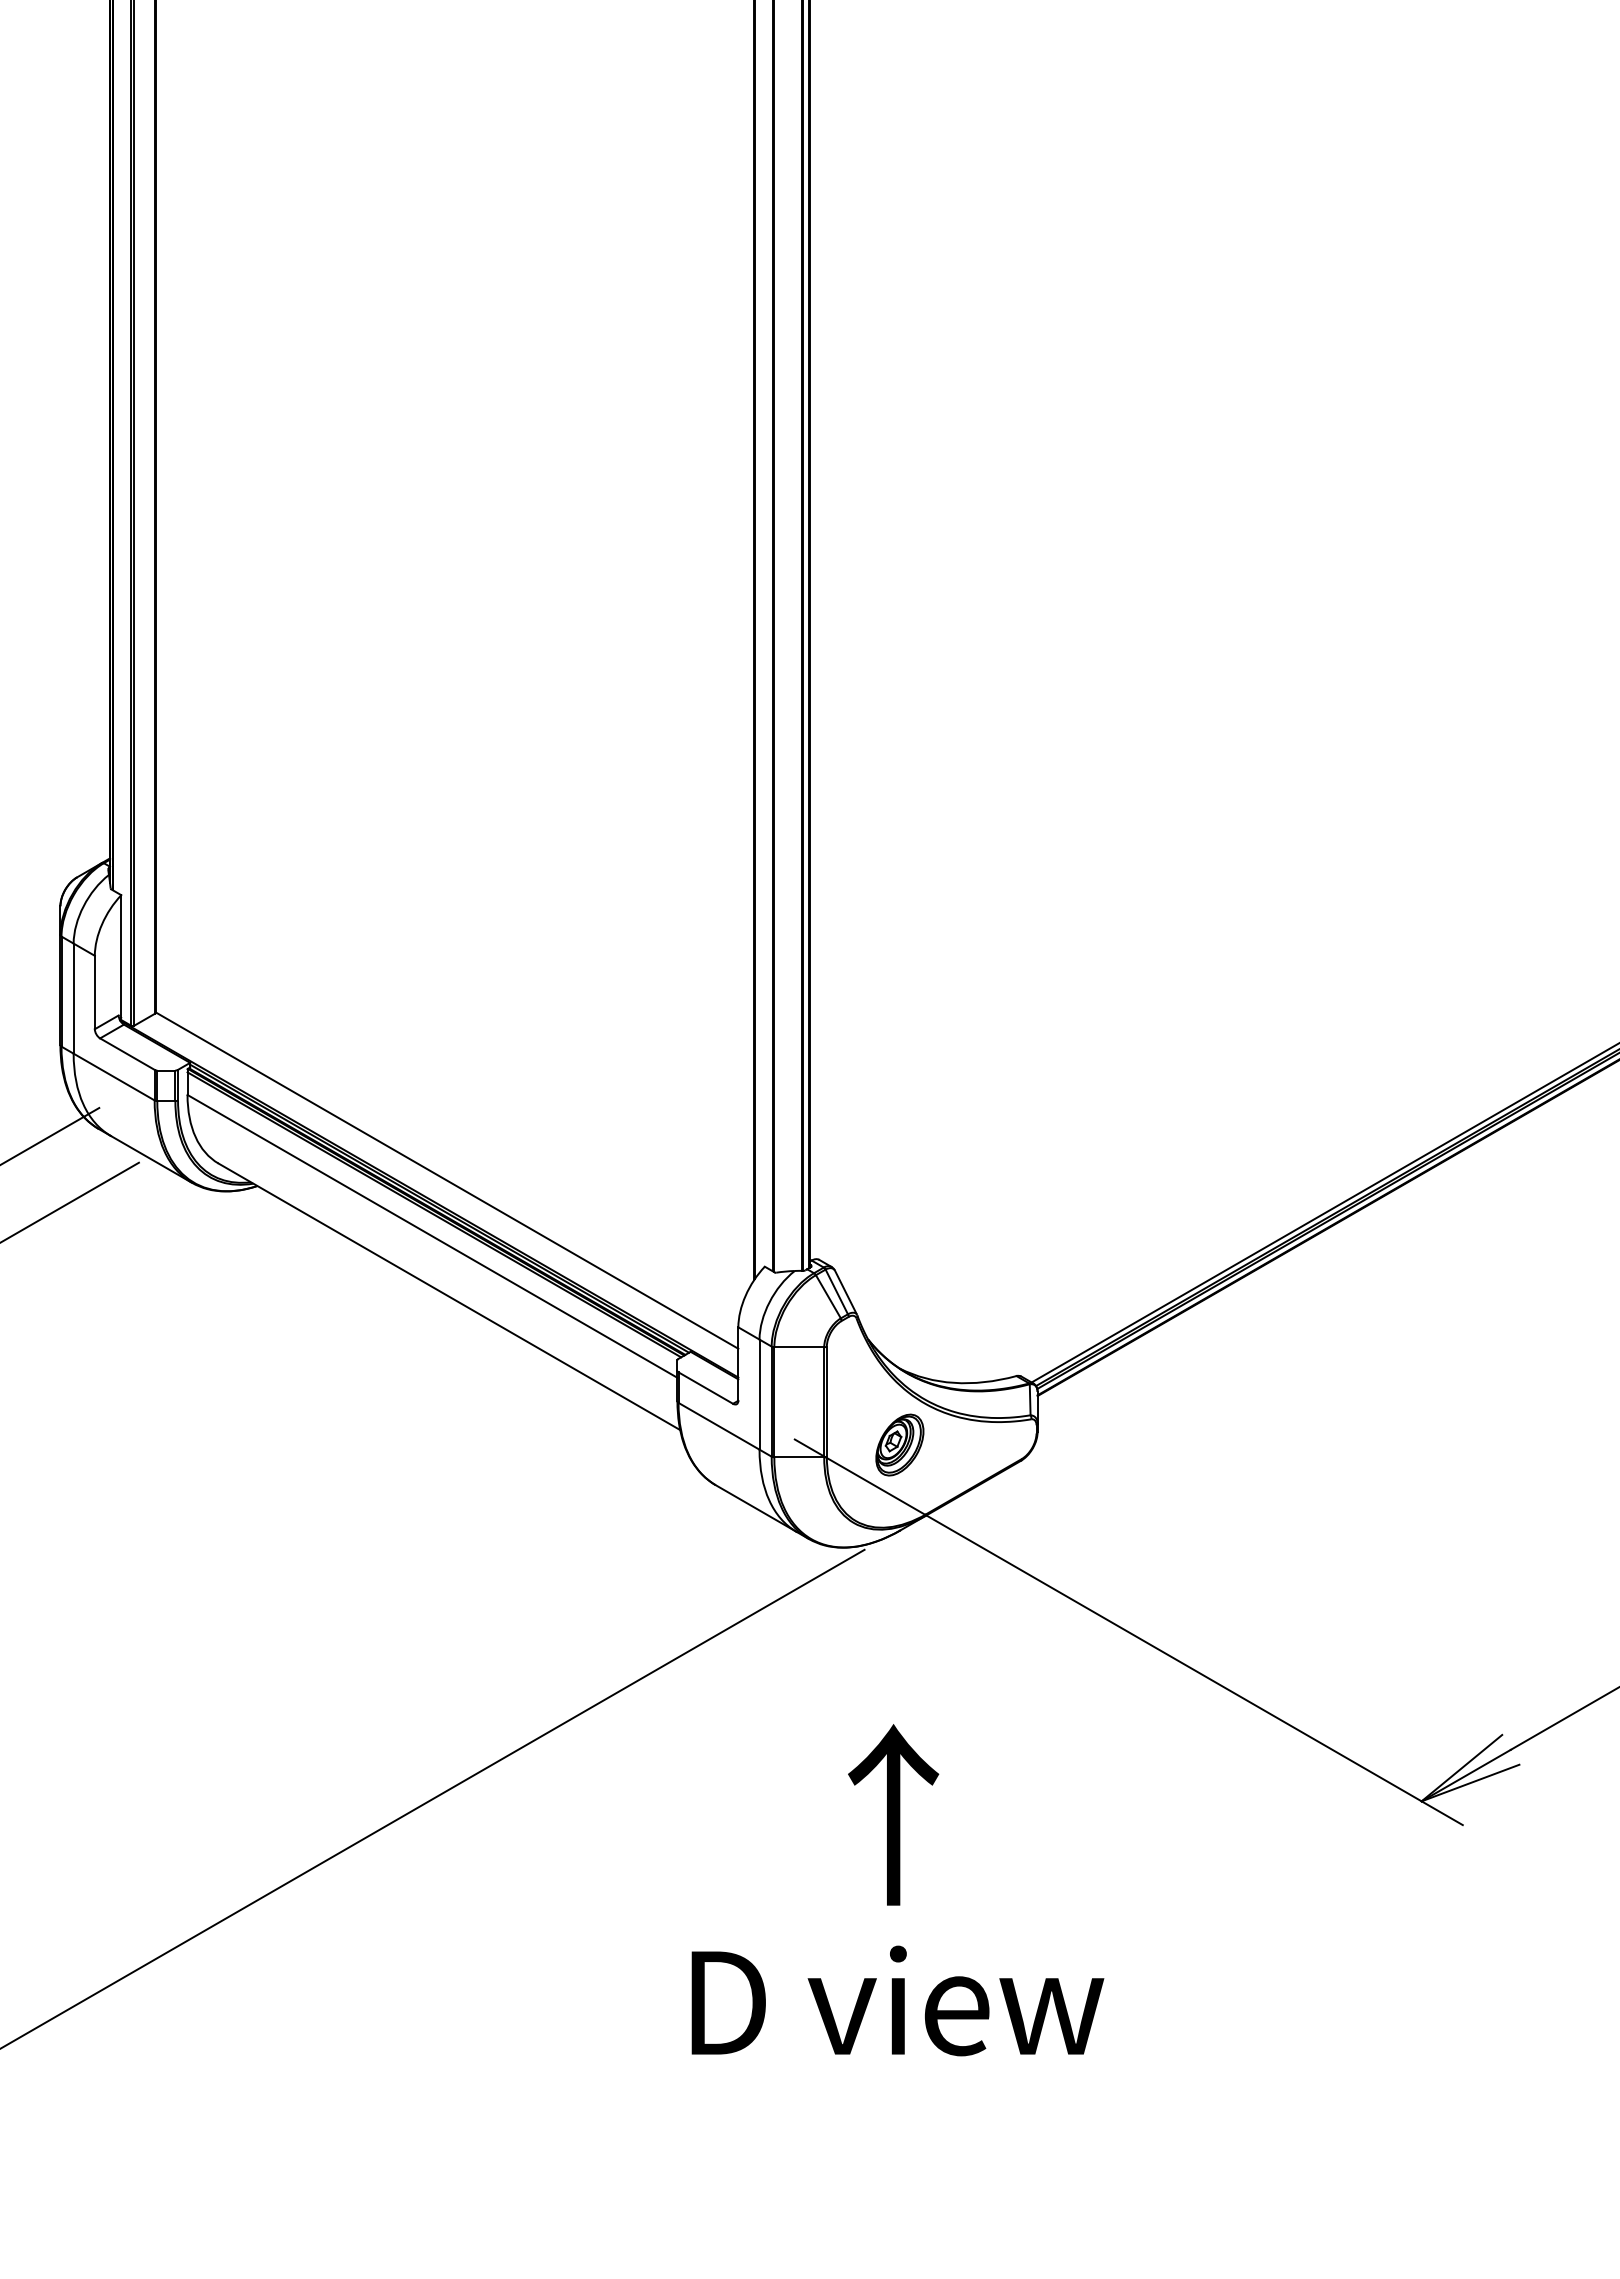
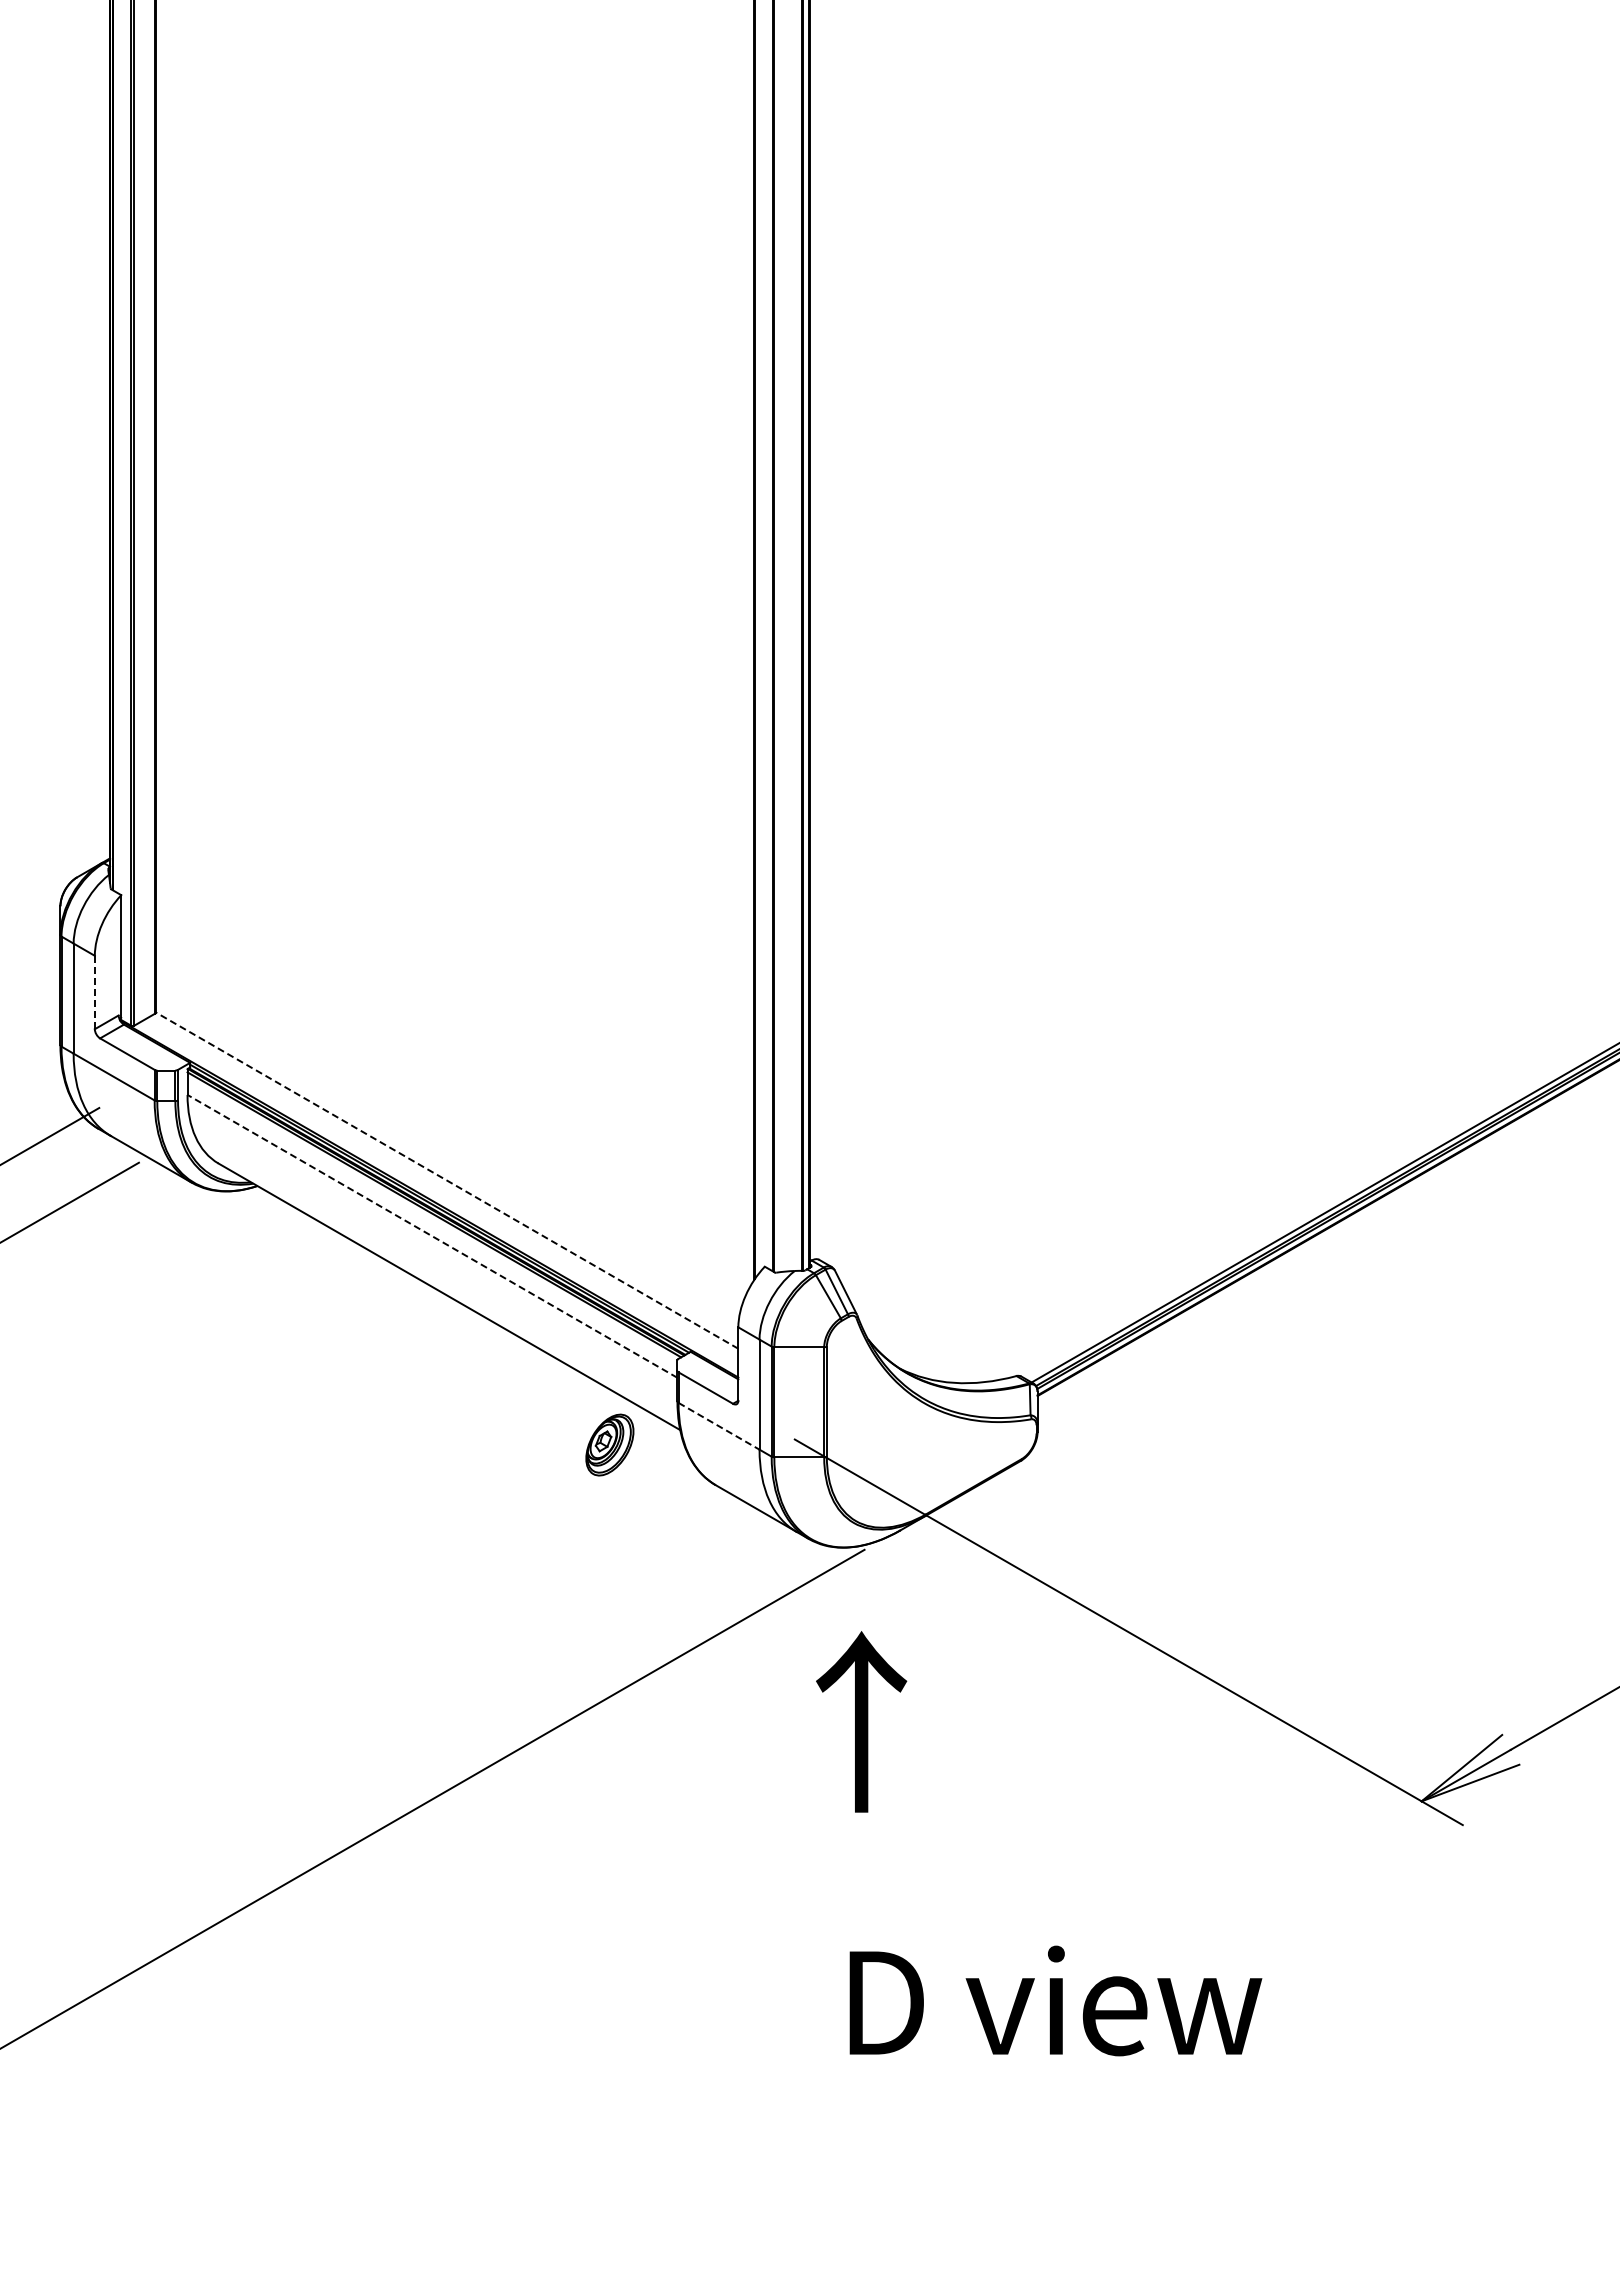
line at (94, 992): solid -> dashed
line at (446, 1180): solid -> dashed
line at (432, 1236): solid -> dashed
line at (719, 1426): solid -> dashed
part at (899, 1444) position: (899, 1444) -> (609, 1444)
text at (893, 1814) position: (893, 1814) -> (861, 1721)
text at (897, 2000) position: (897, 2000) -> (1055, 2000)
